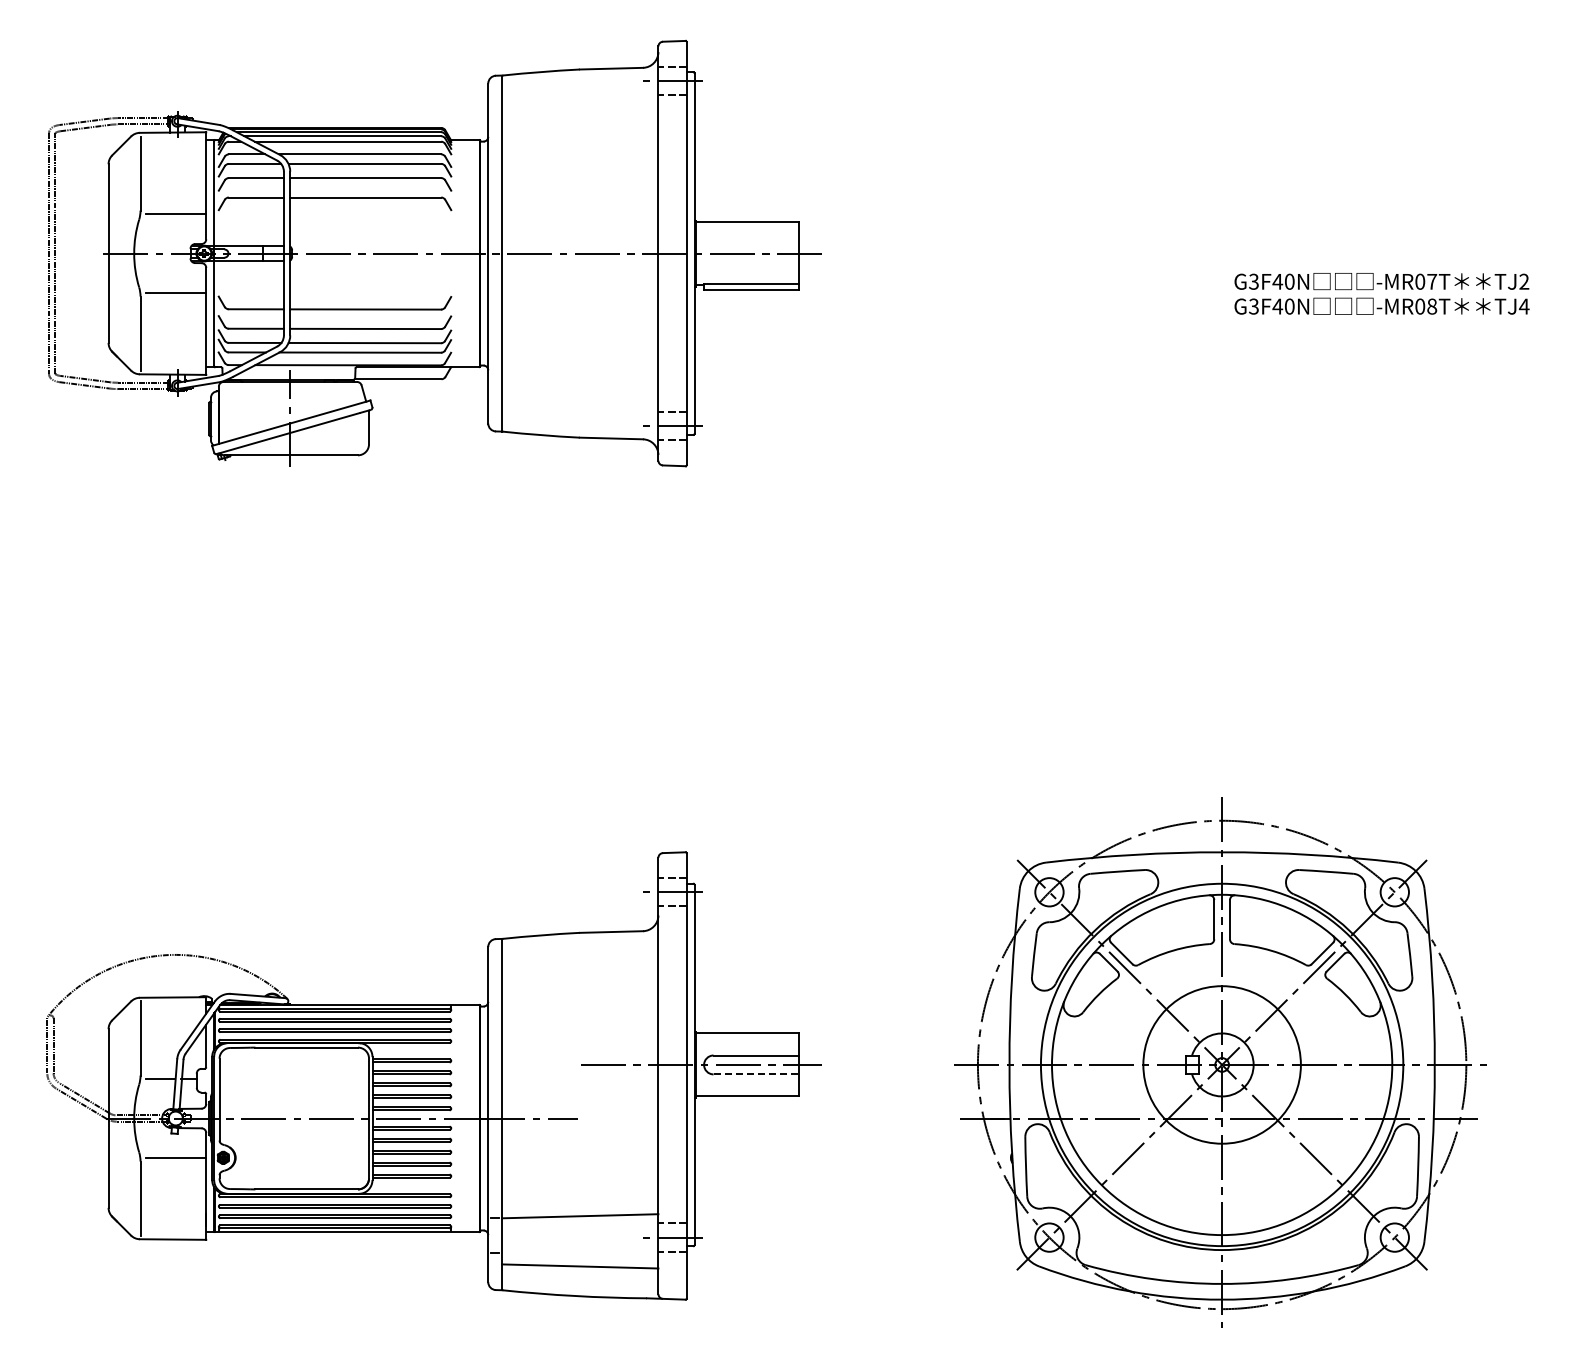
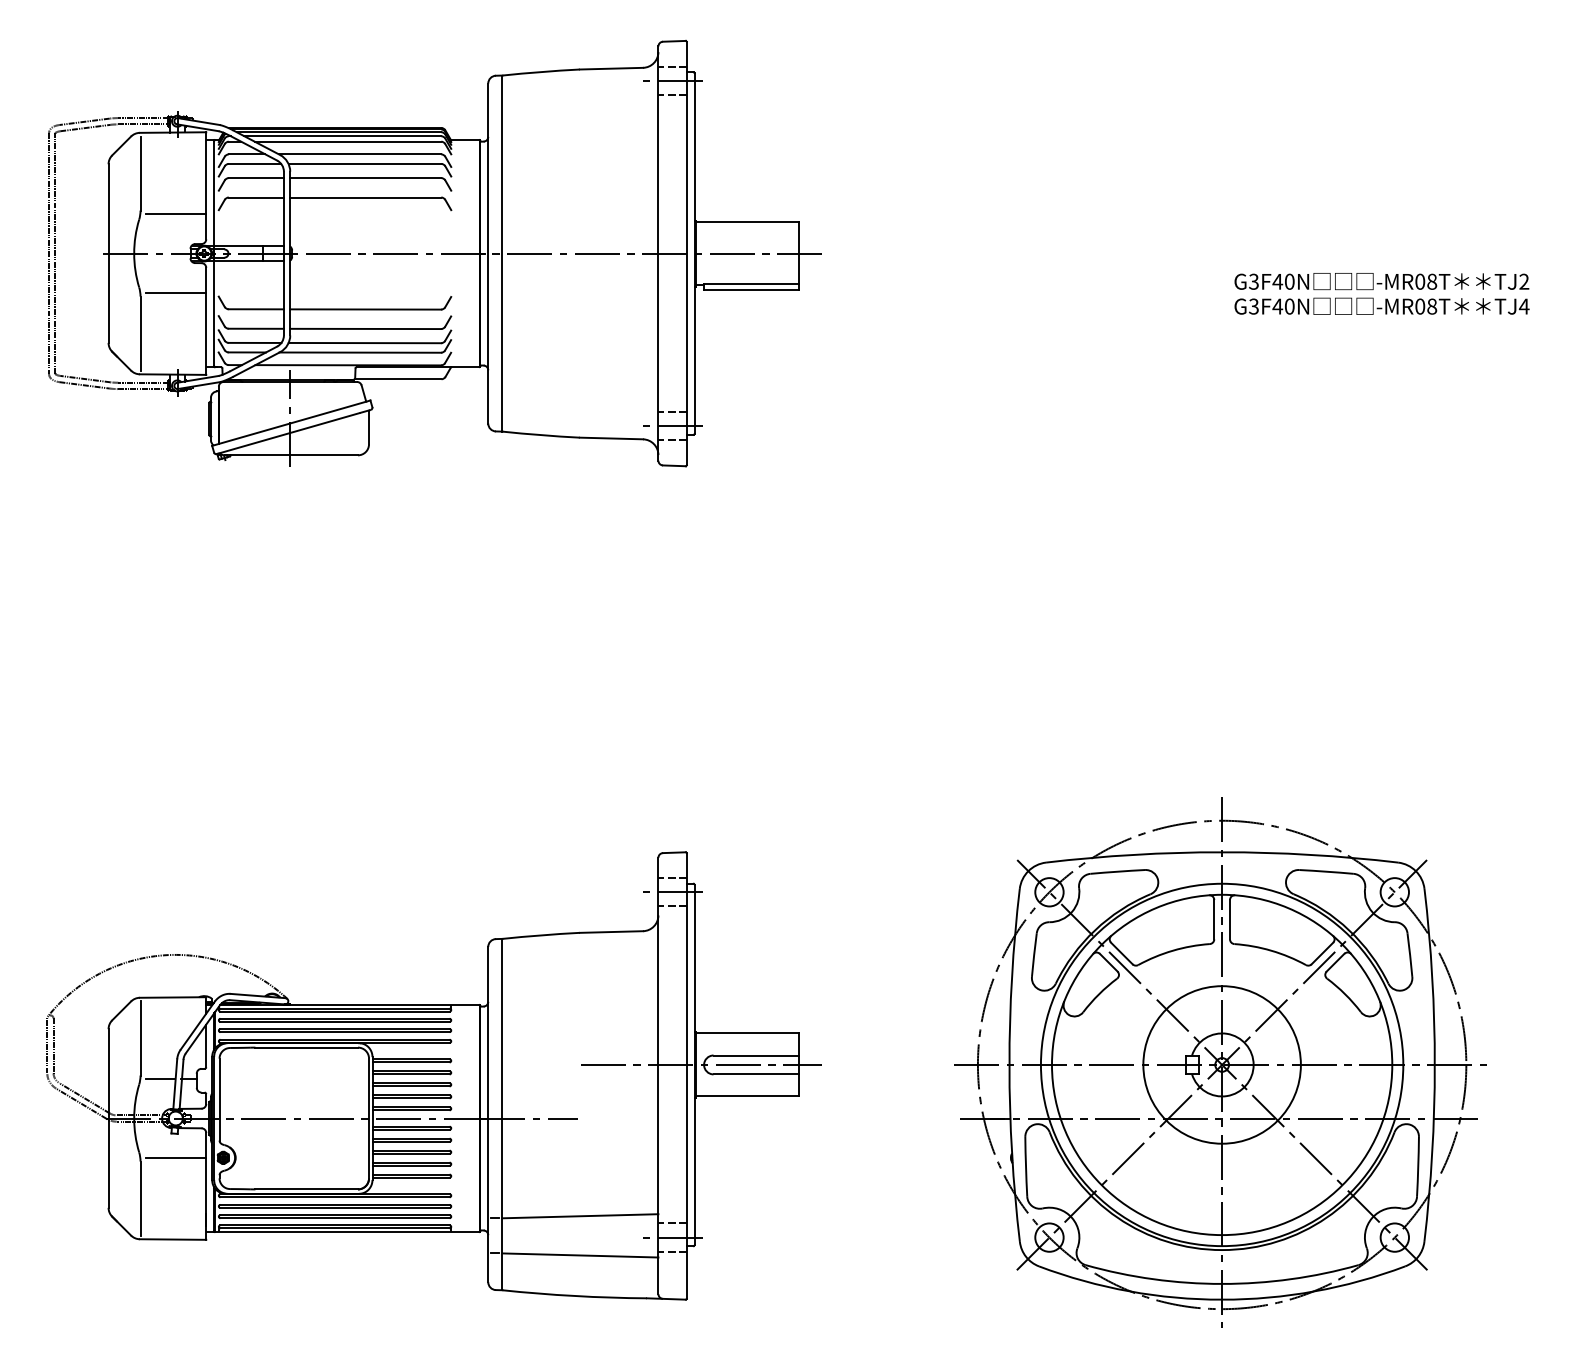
text at (1432, 281): -MR07T -> -MR08T
line at (756, 1074): dashed -> solid
line at (580, 1266) position: (580, 1266) -> (580, 1255)
